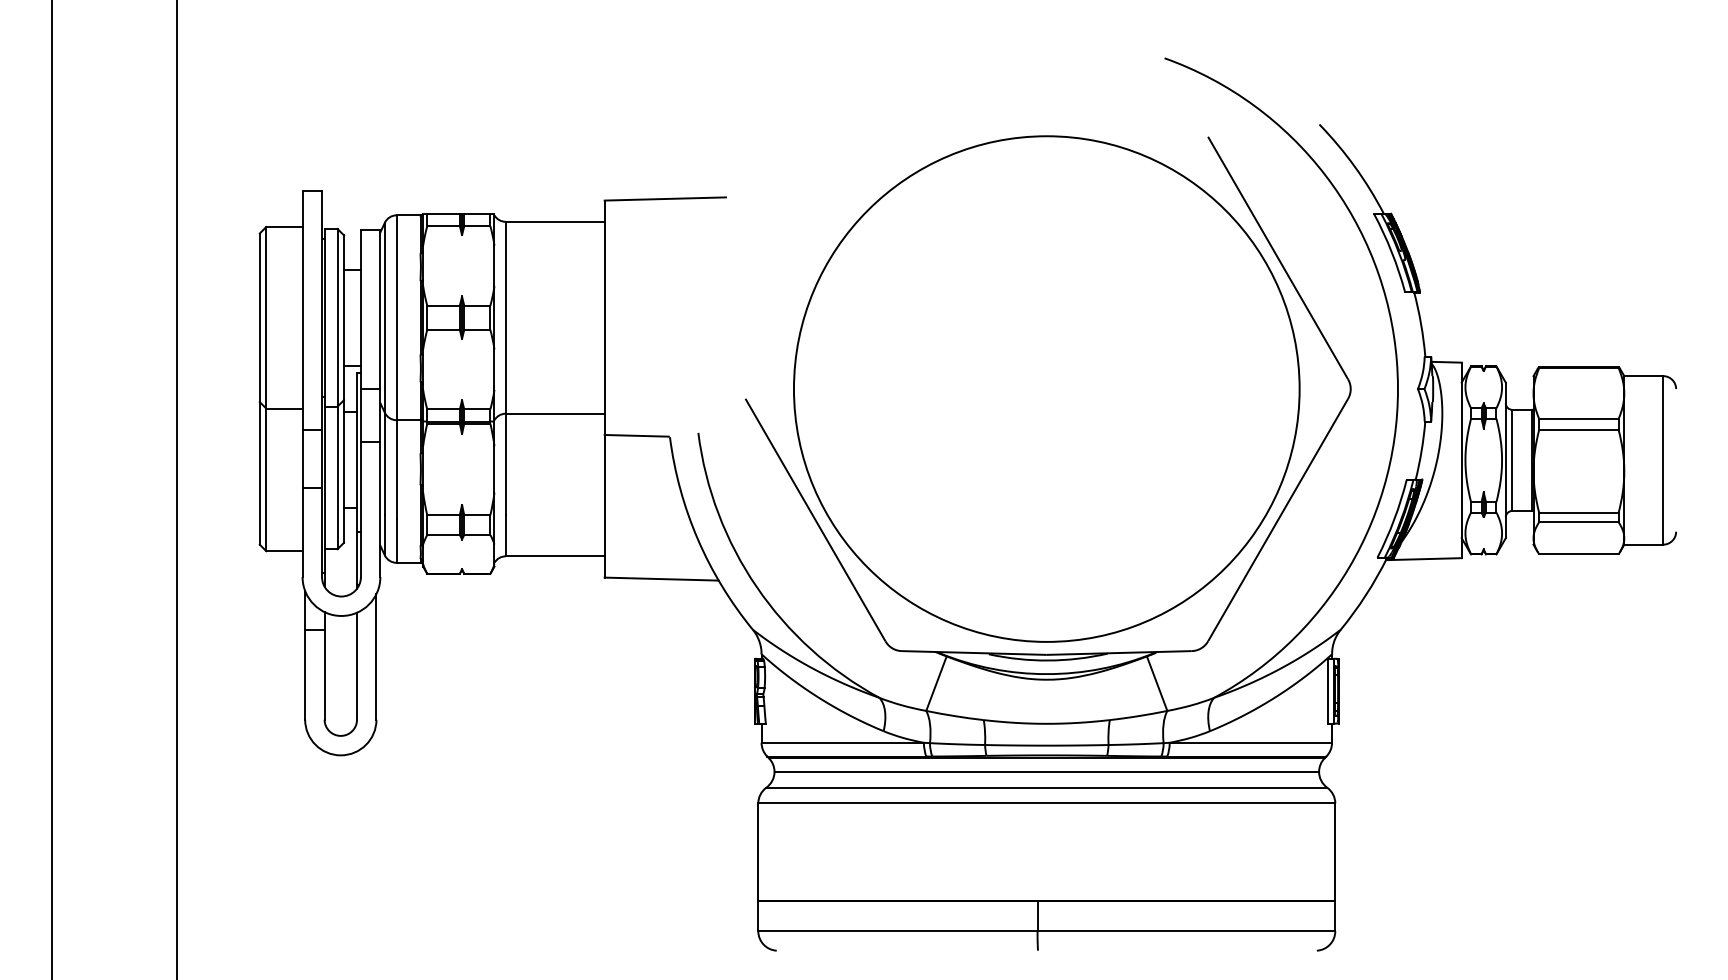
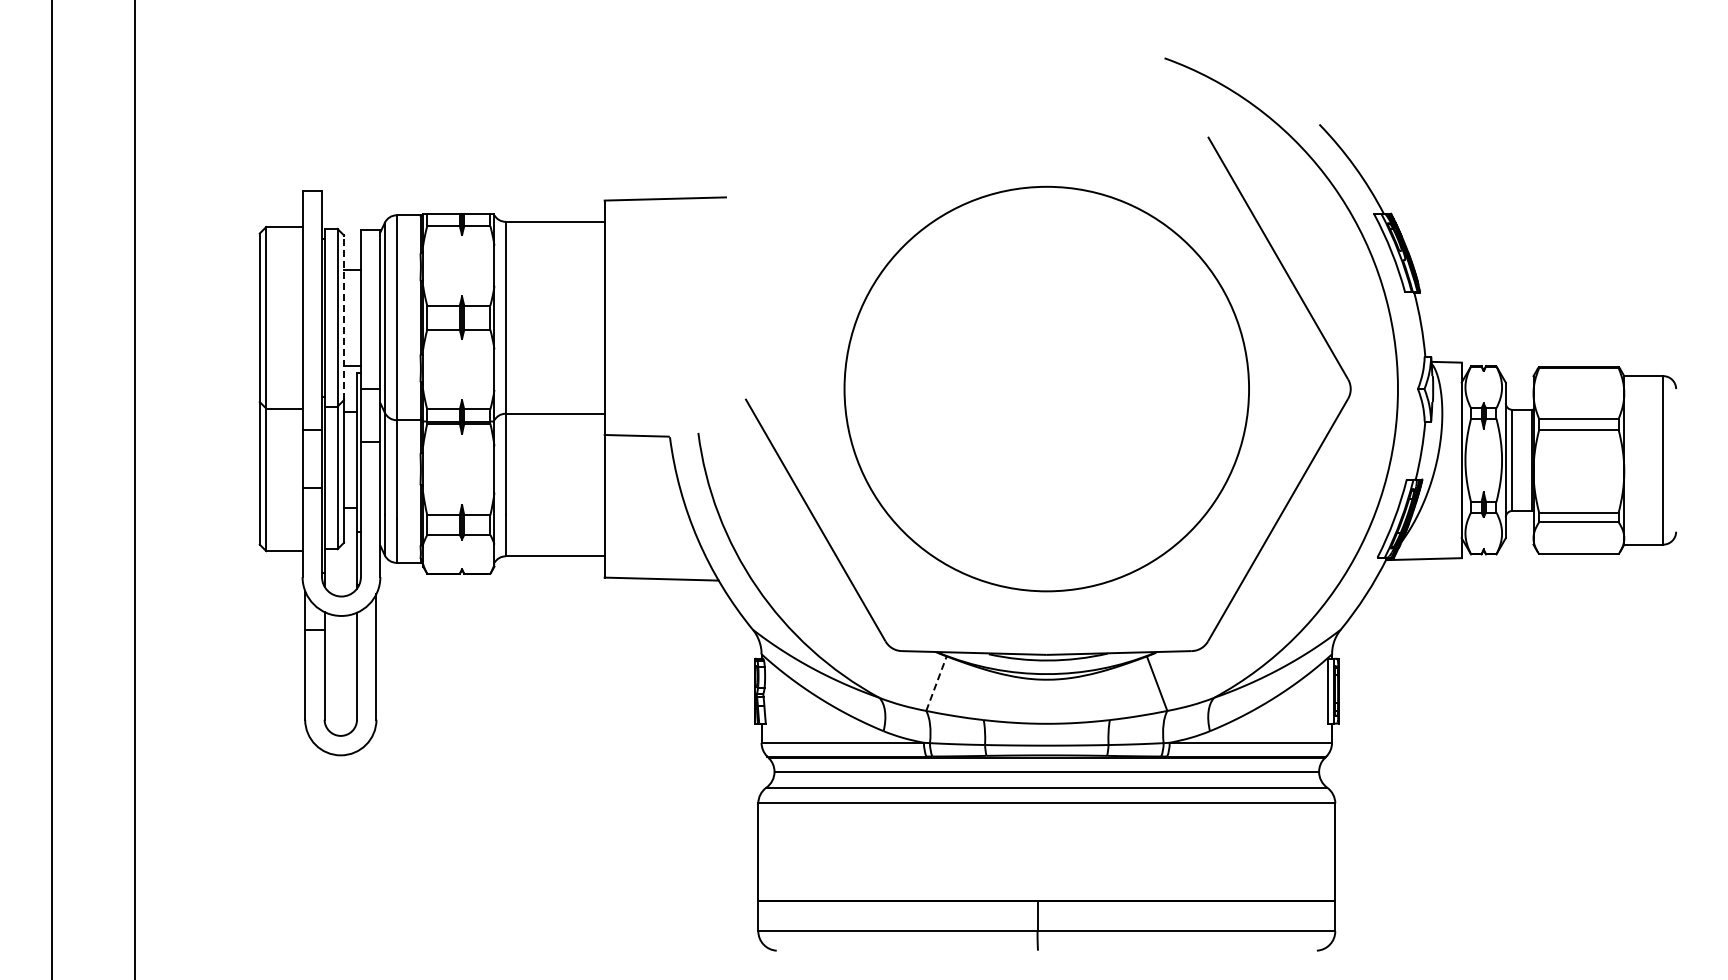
line at (344, 317): solid -> dashed
circle at (1046, 388) diameter: 506 px -> 405 px
line at (177, 489) position: (177, 489) -> (135, 489)
line at (936, 683): solid -> dashed
